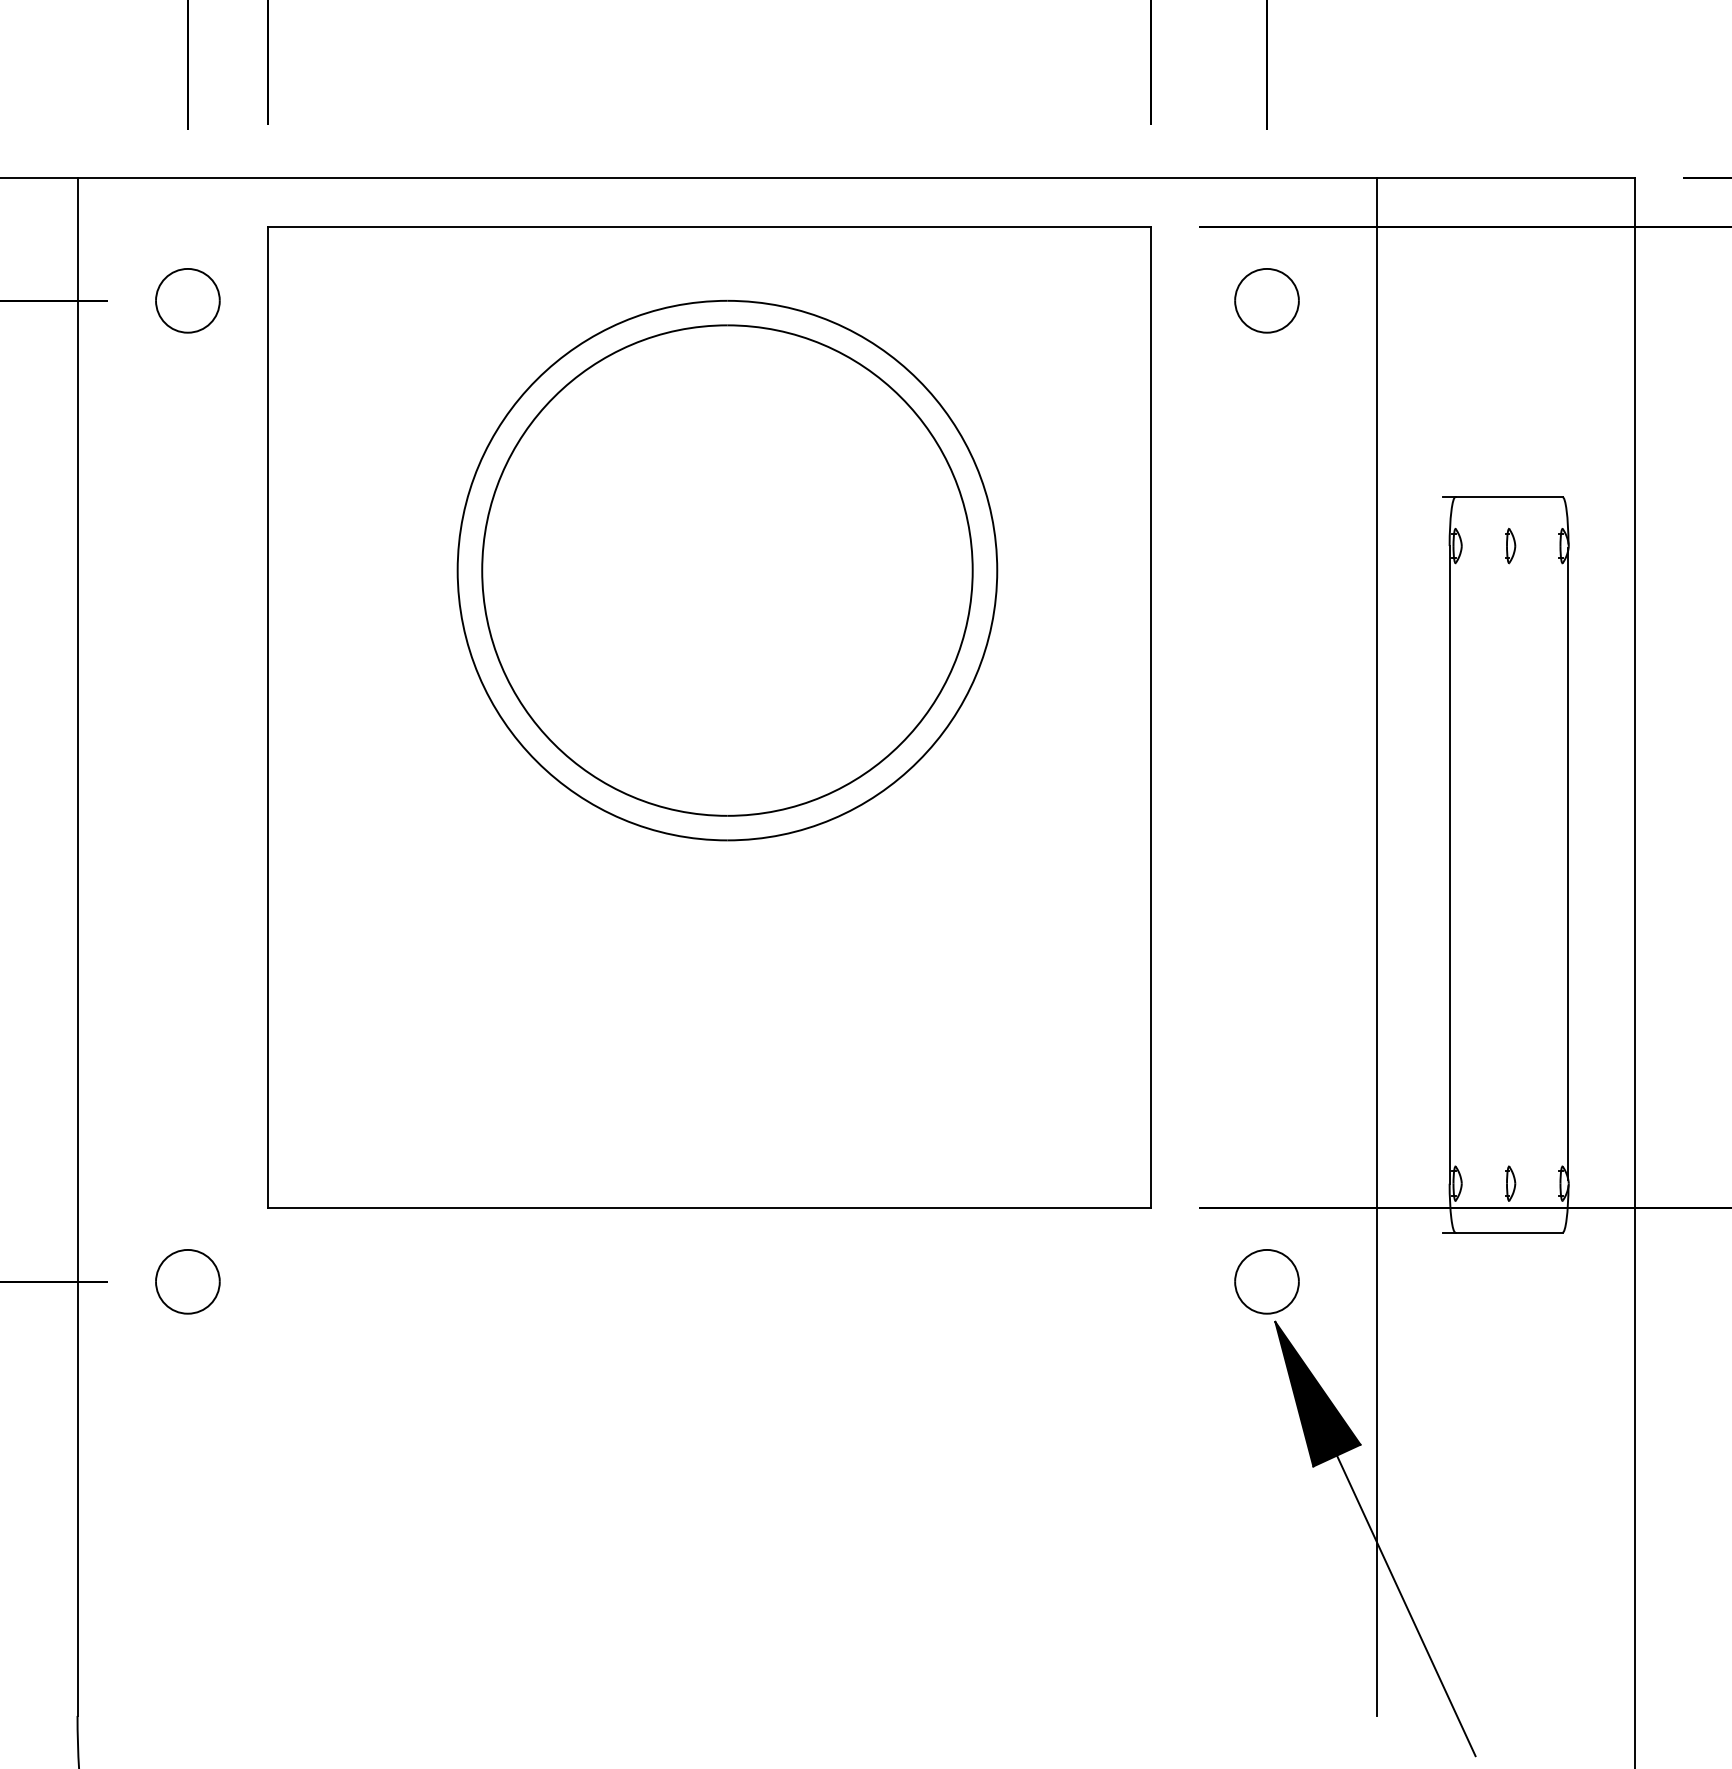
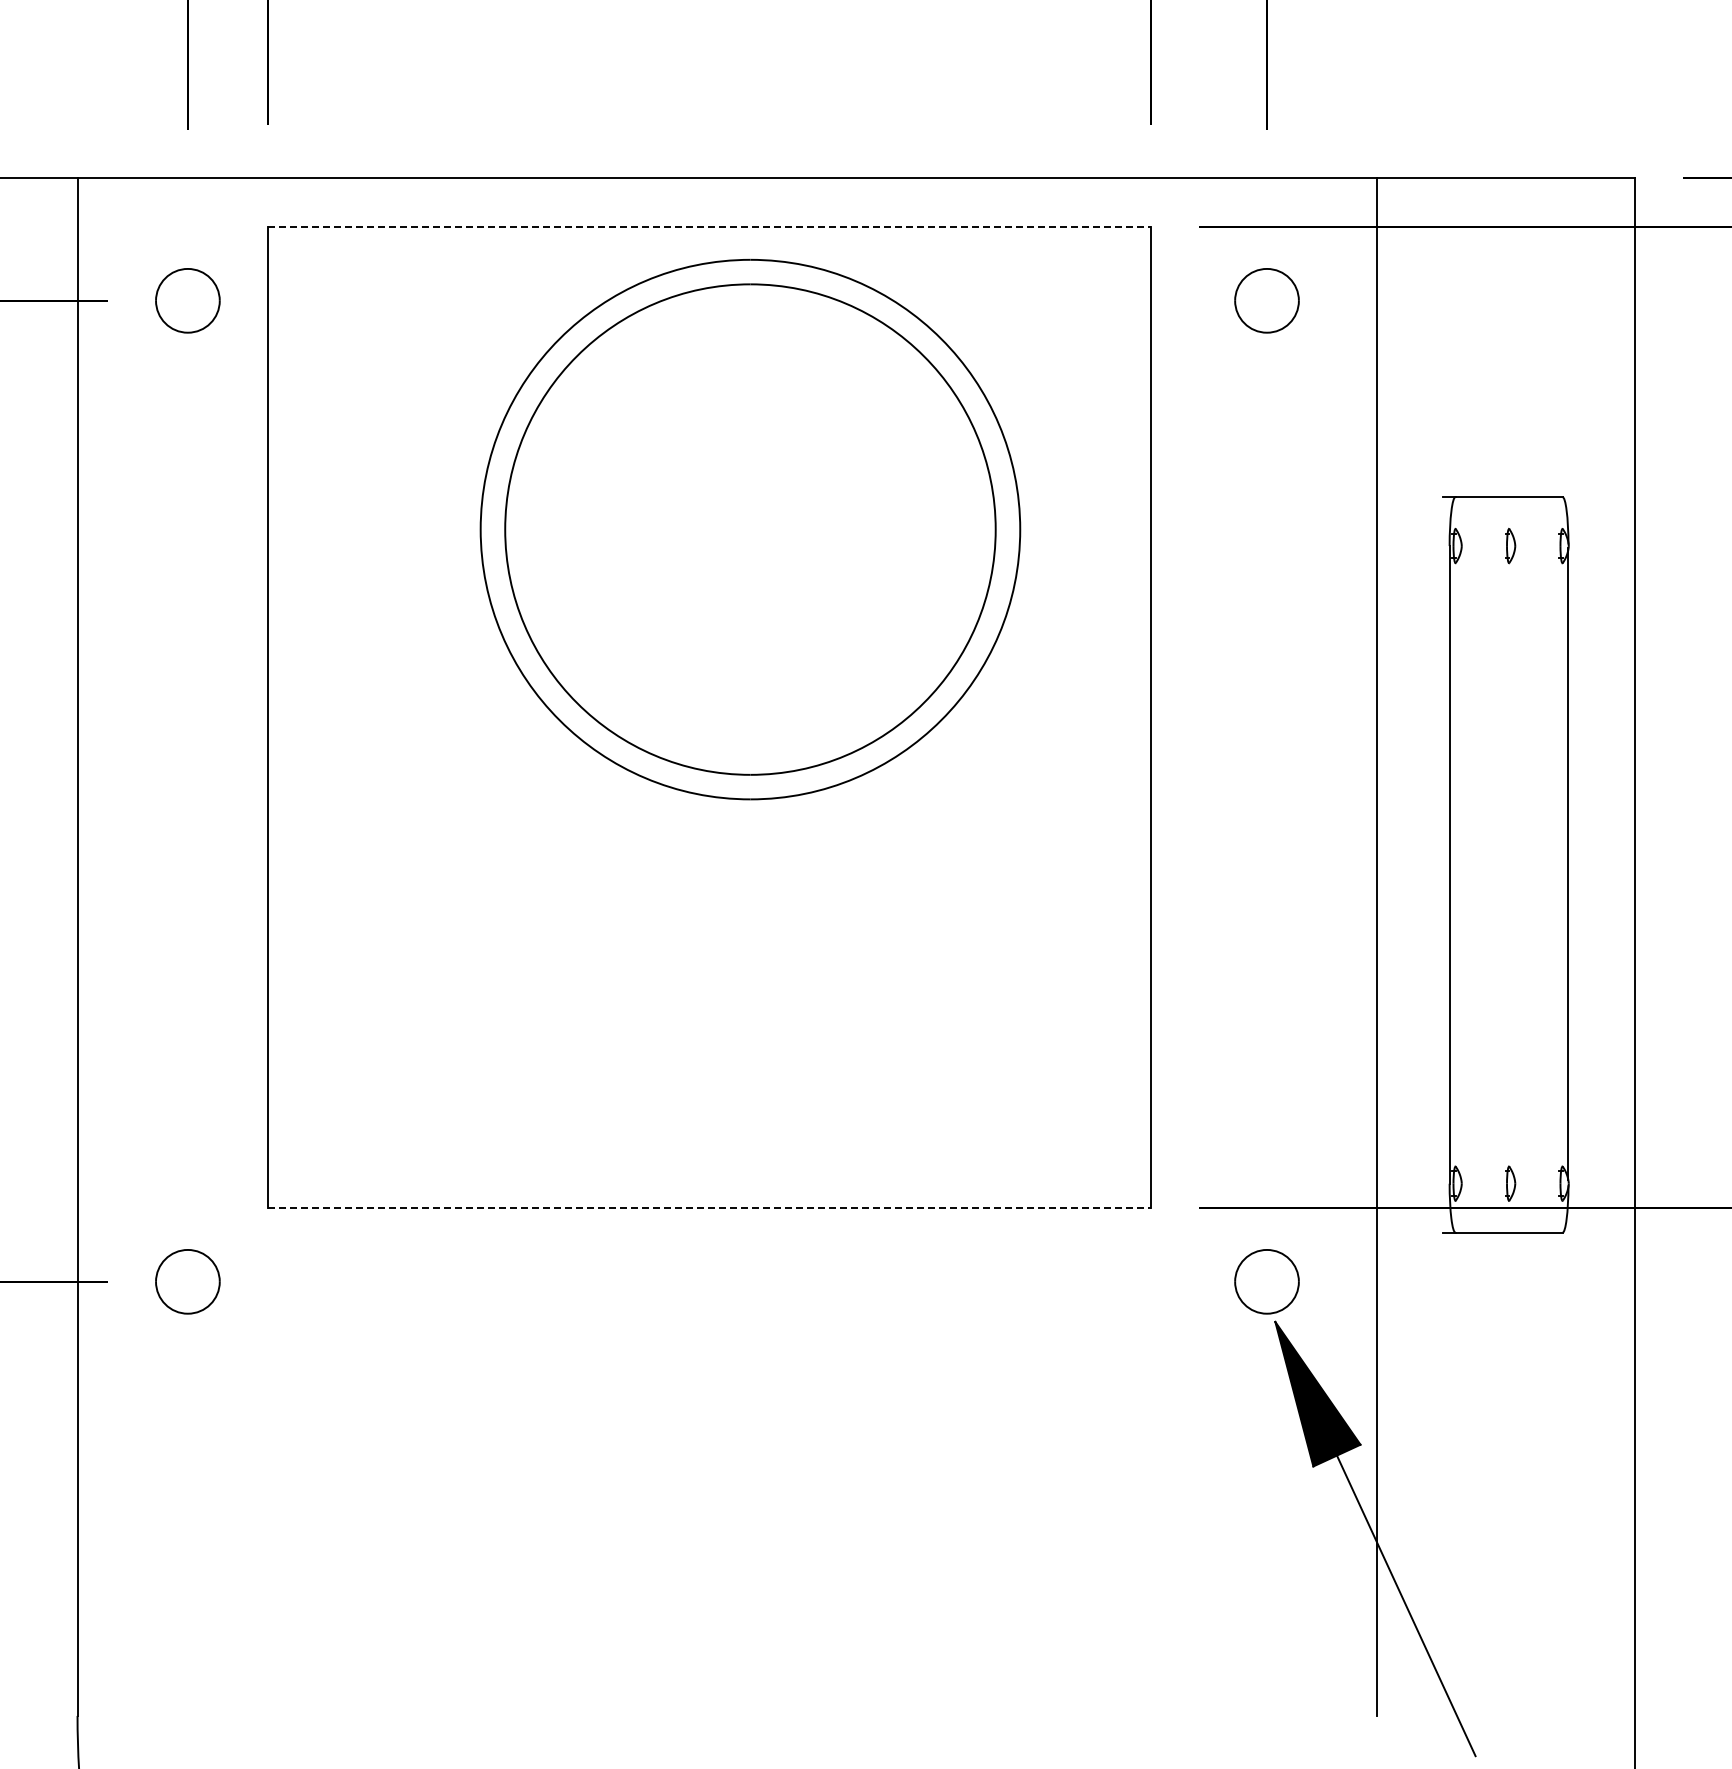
line at (710, 227): solid -> dashed
part at (727, 570) position: (727, 570) -> (750, 529)
line at (710, 1208): solid -> dashed
